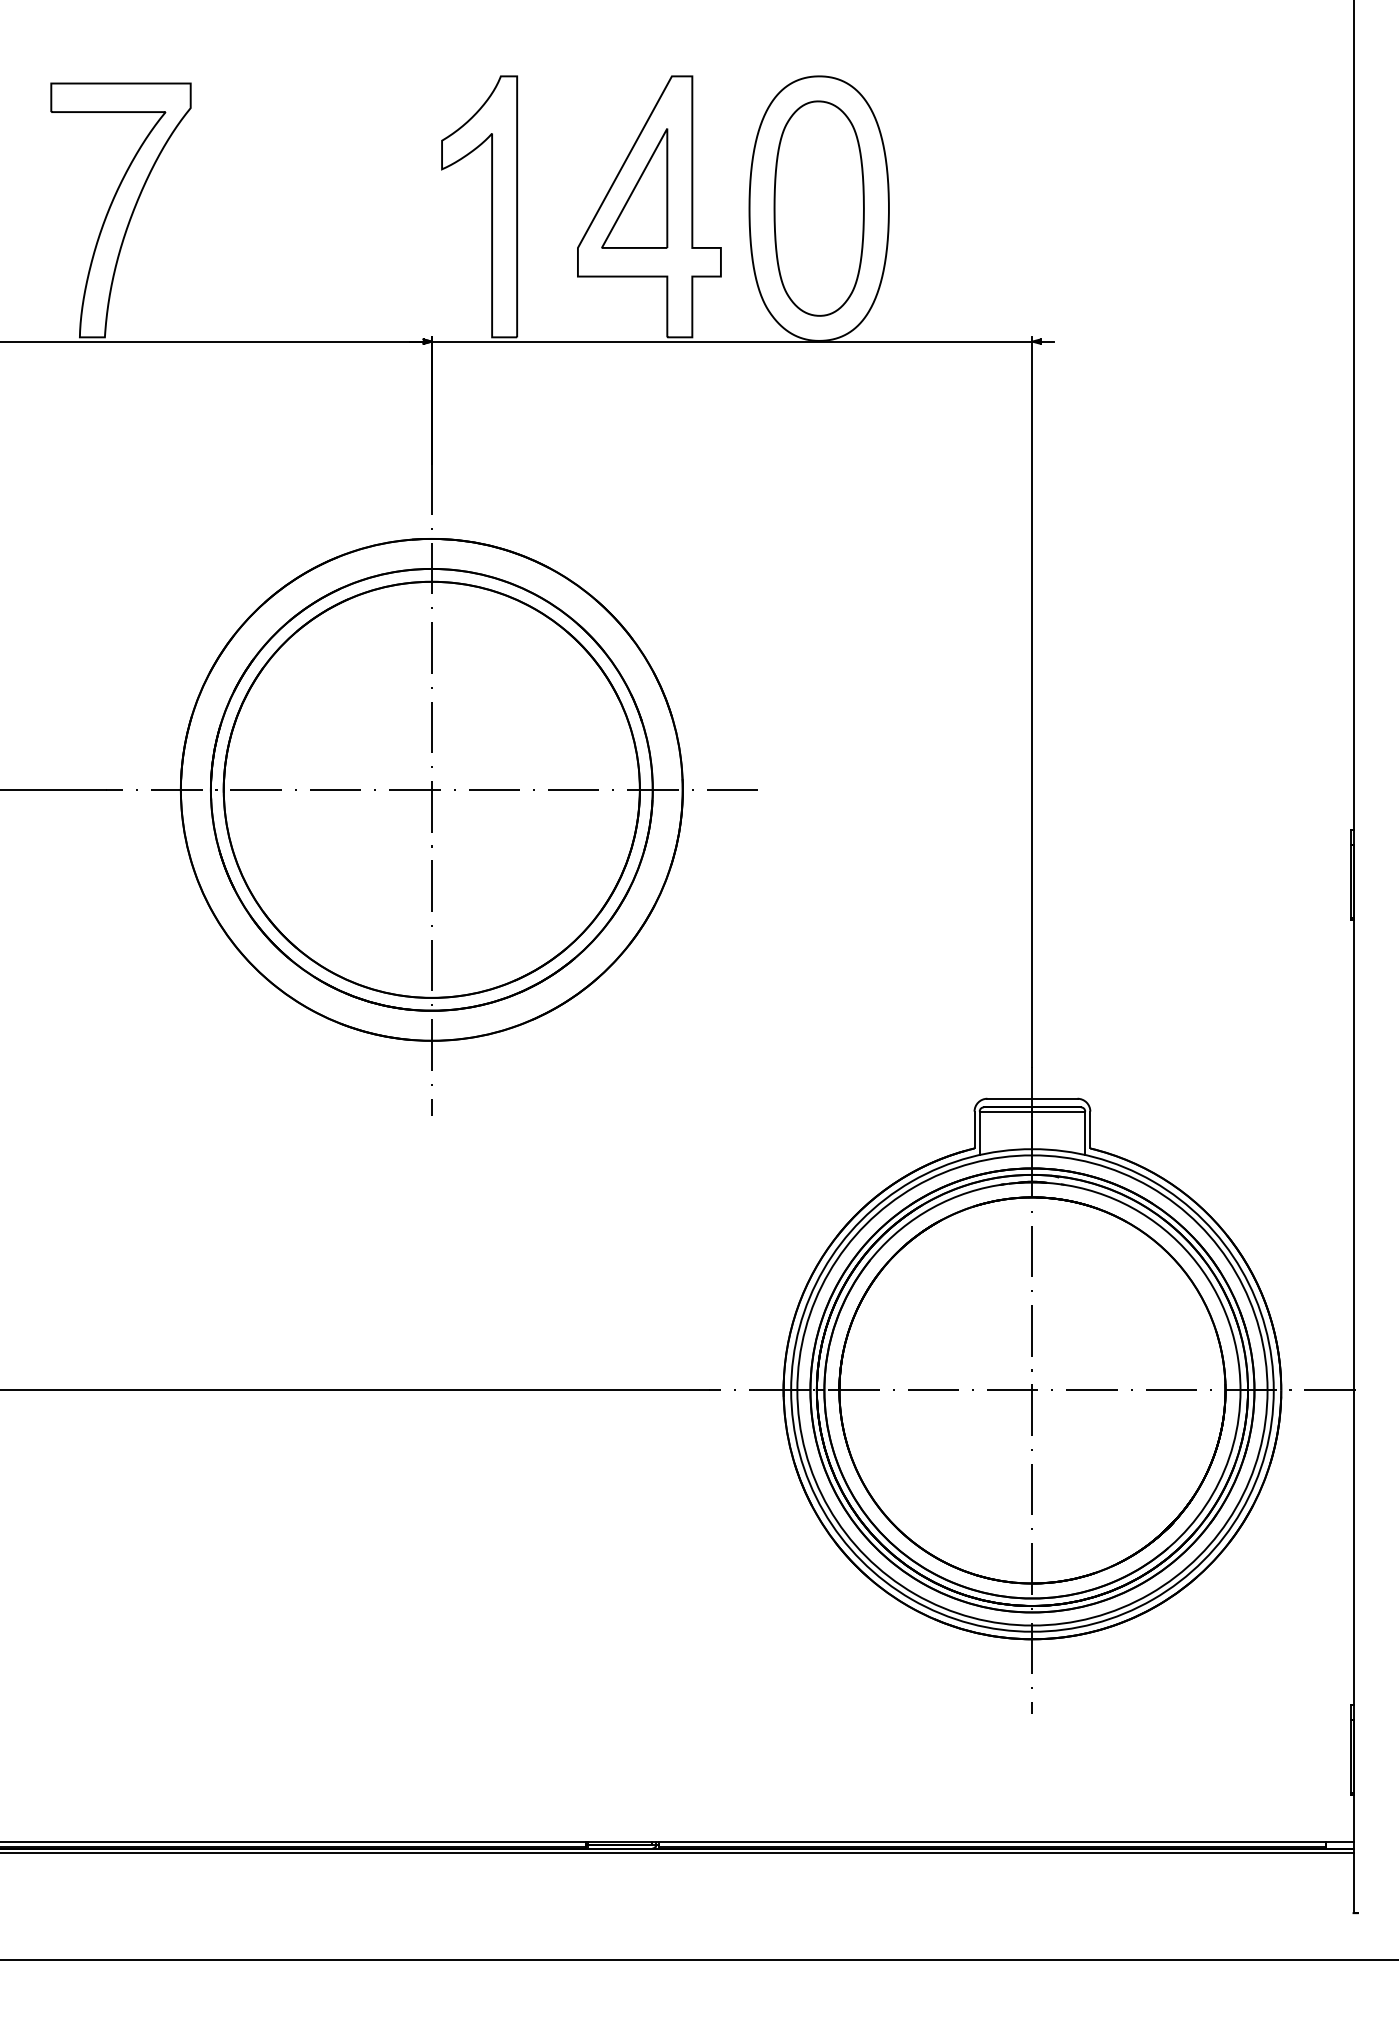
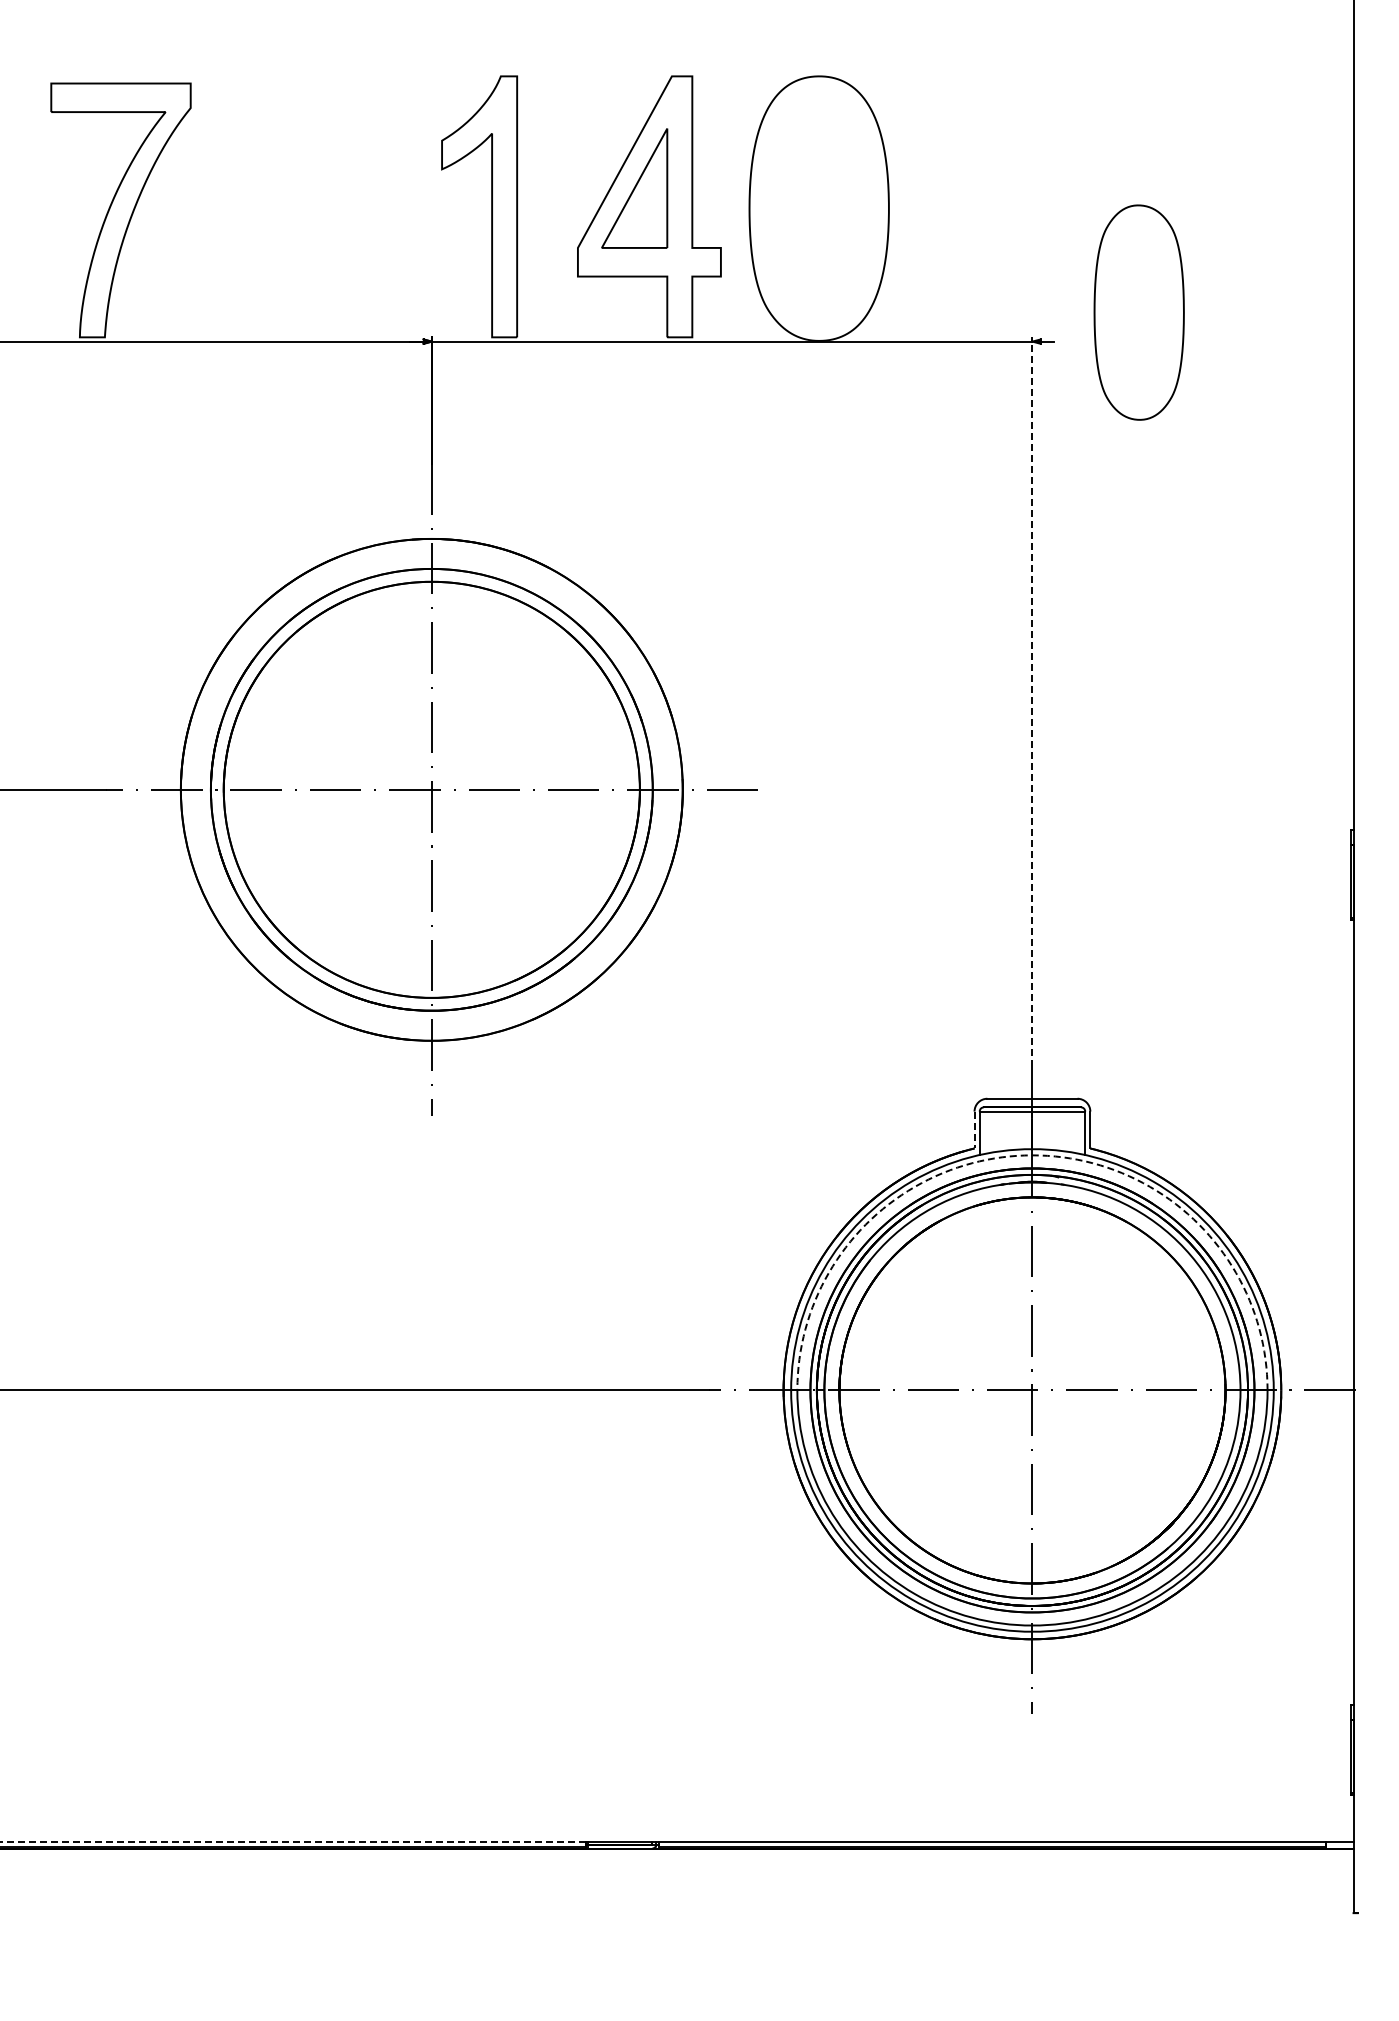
part at (818, 208) position: (818, 208) -> (1138, 312)
line at (1032, 702): solid -> dashed
line at (974, 1130): solid -> dashed
arc at (1032, 1155): solid -> dashed
line at (292, 1842): solid -> dashed
line at (677, 1853): present -> none
line at (698, 1960): present -> none
